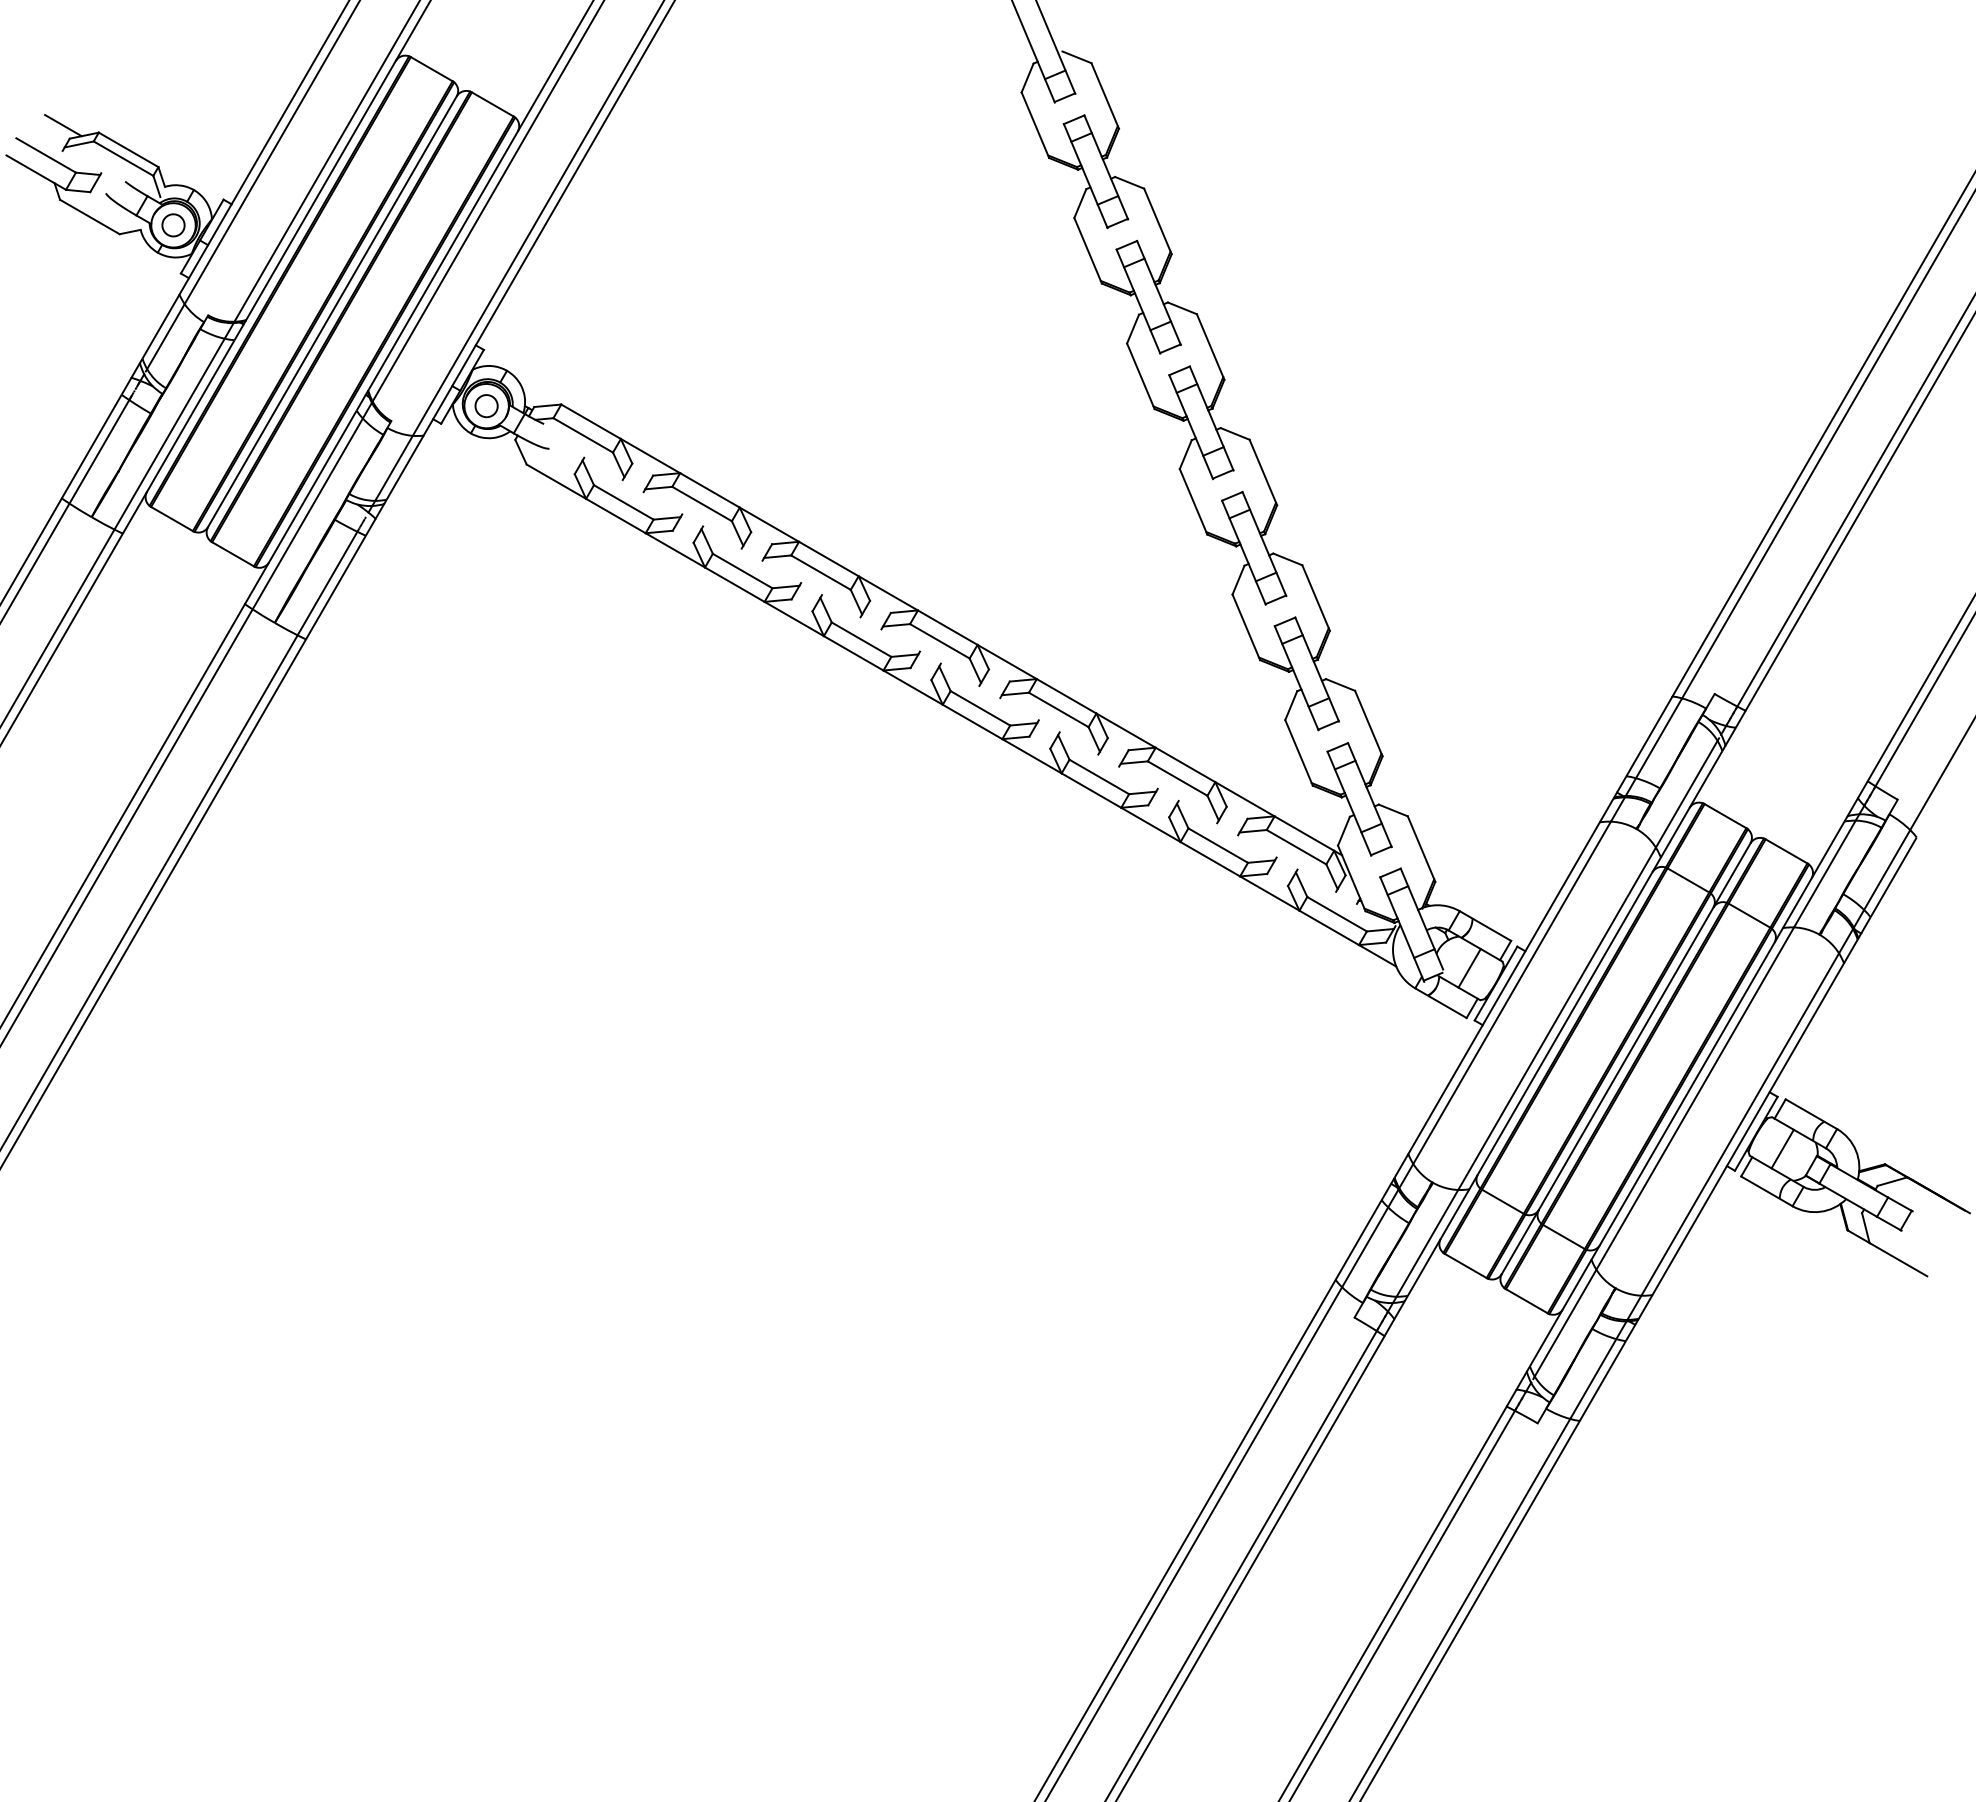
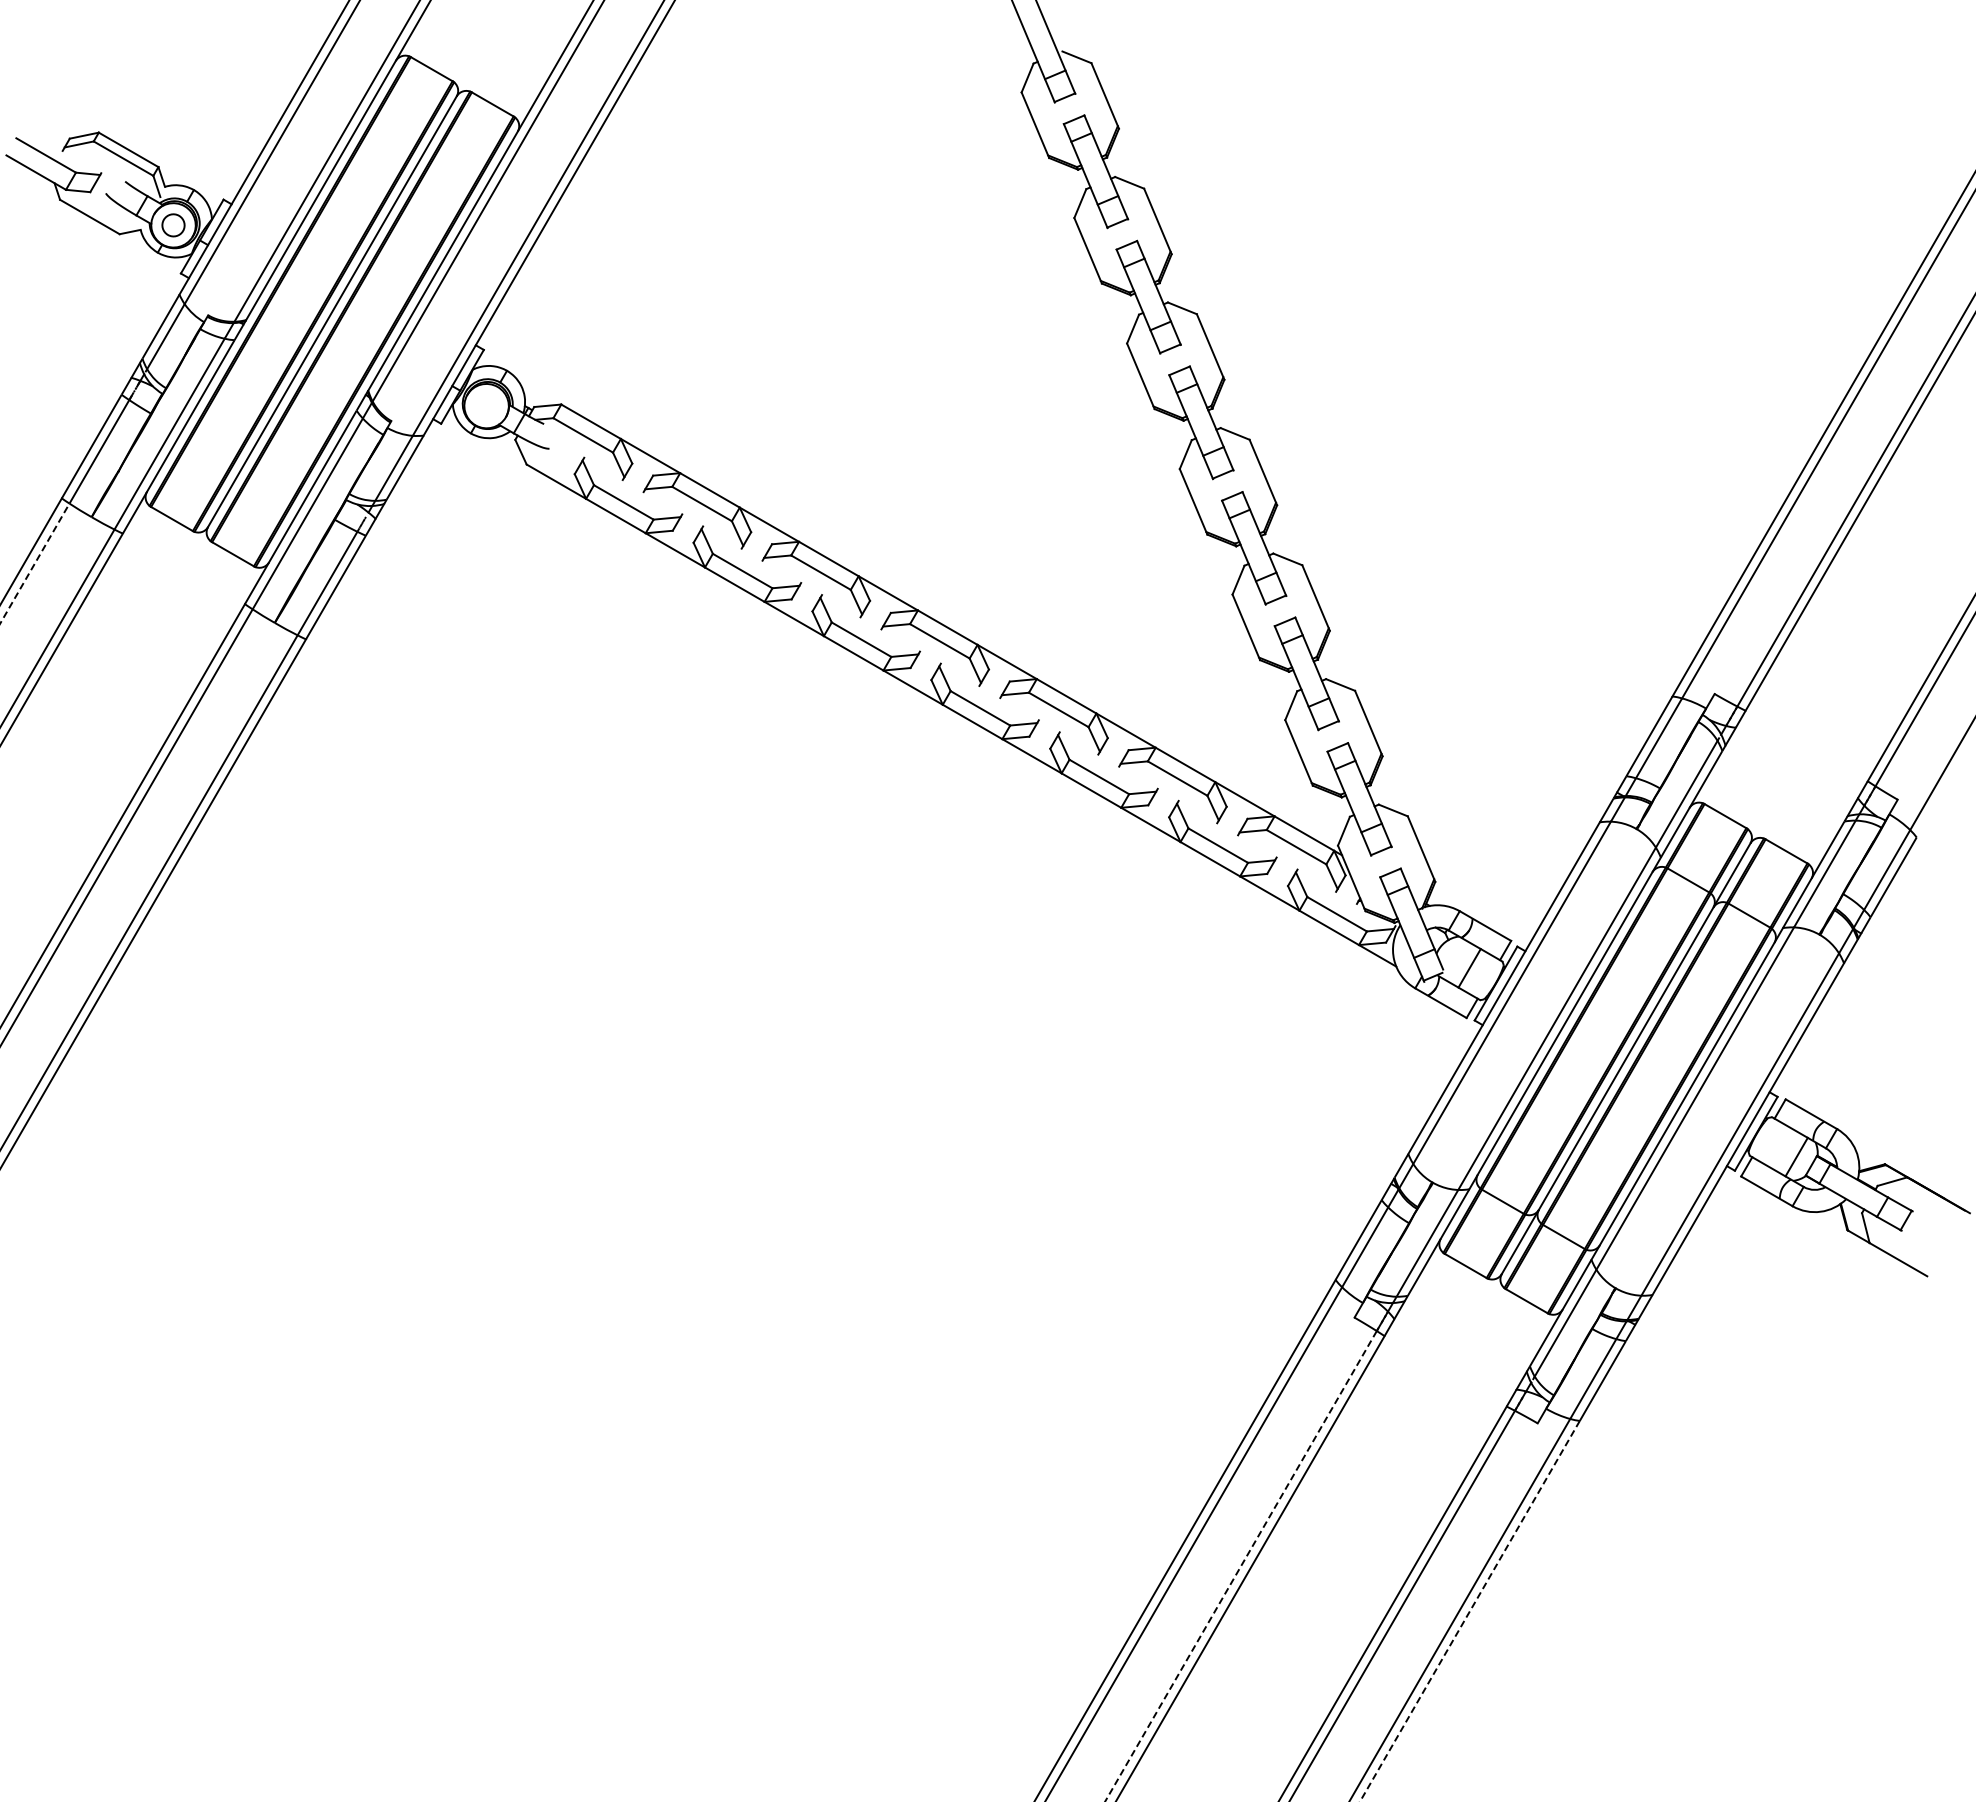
line at (63, 125): present -> none
part at (486, 406): present -> none
line at (35, 563): solid -> dashed
line at (1782, 1148) position: (1782, 1148) -> (1796, 1156)
line at (1240, 1566): solid -> dashed
line at (1469, 1611): solid -> dashed
